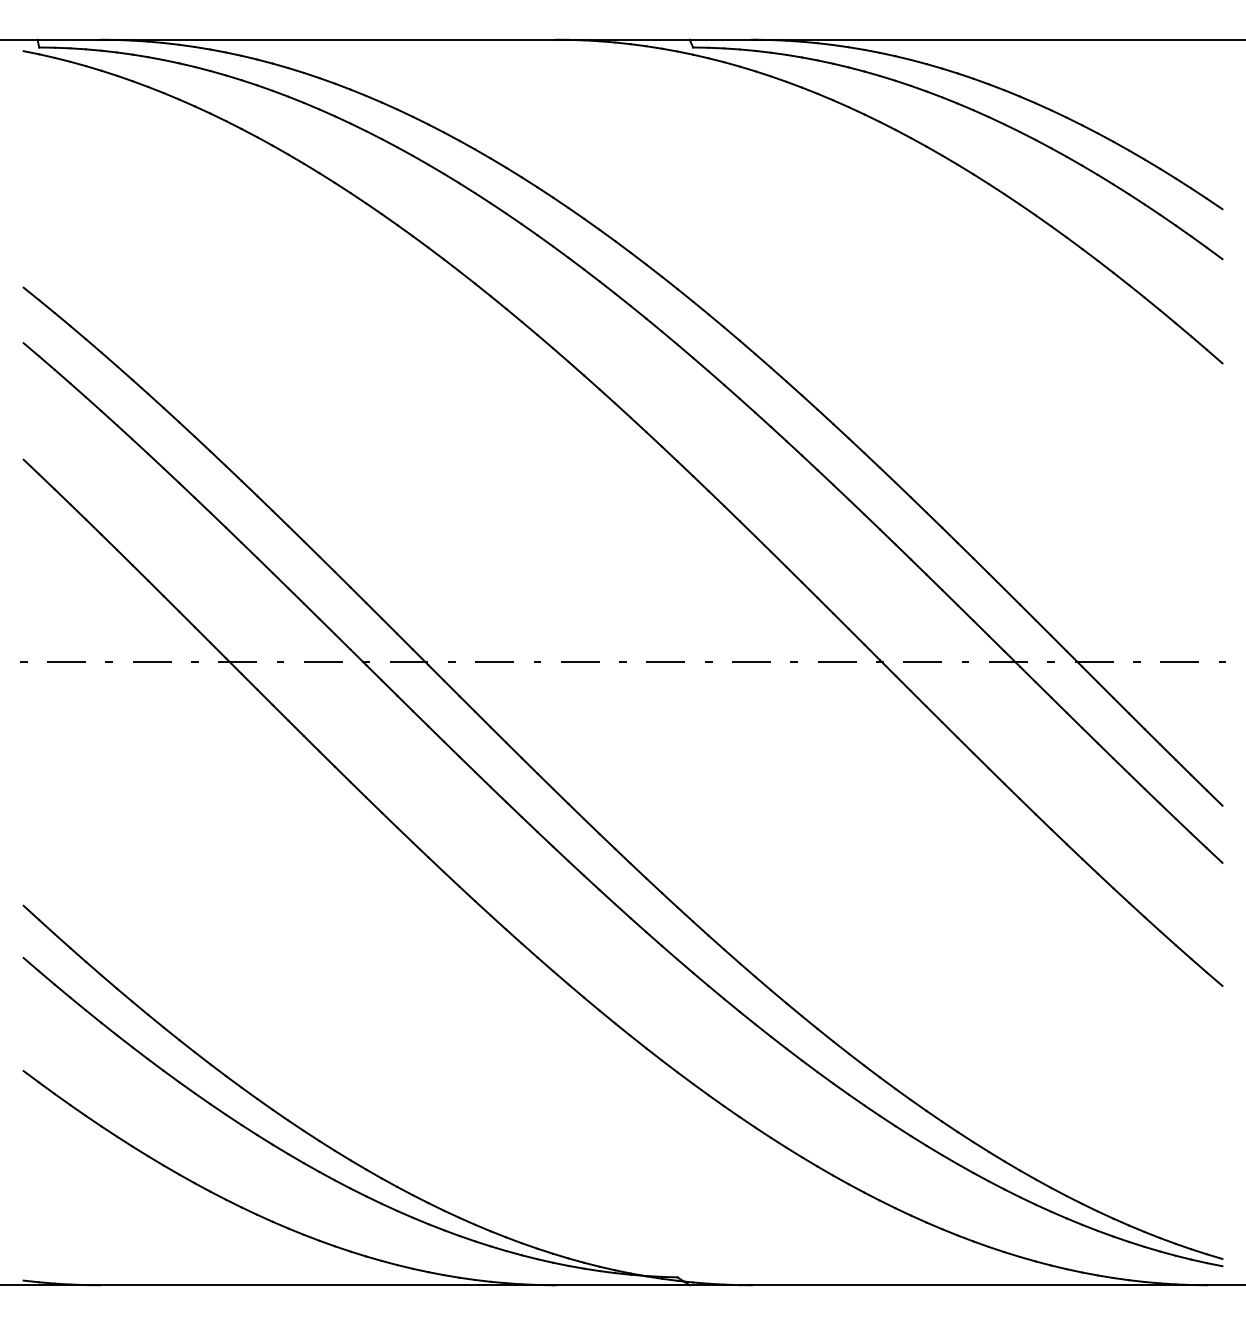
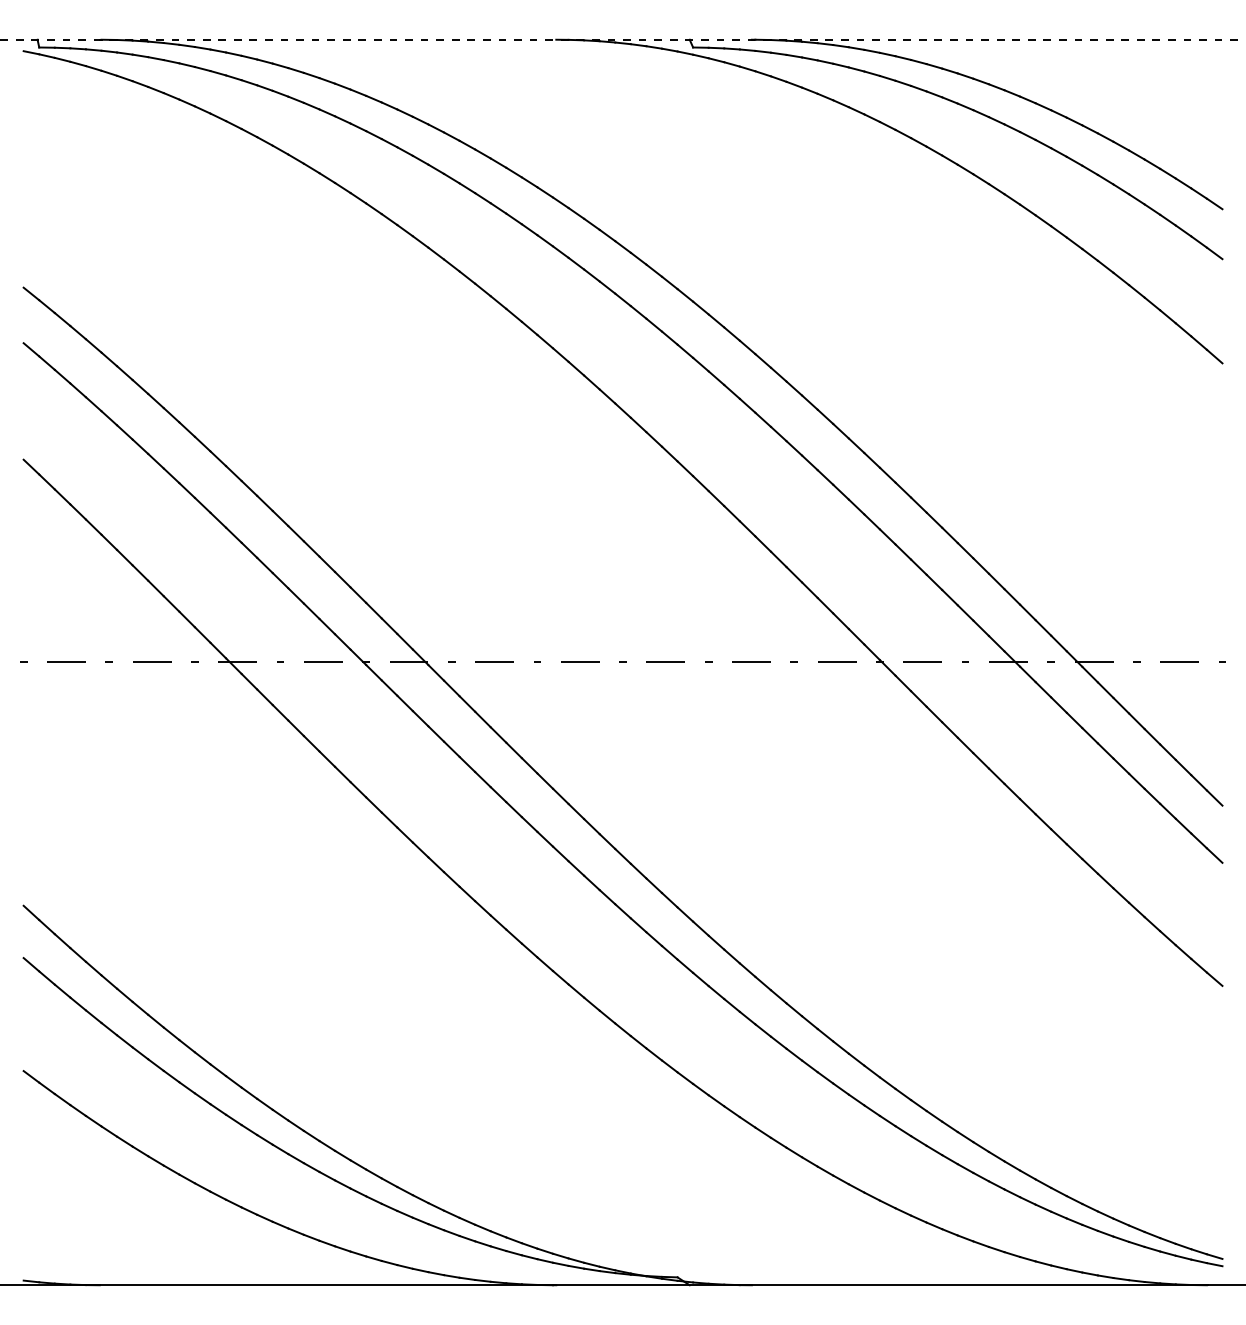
line at (623, 39): solid -> dashed
